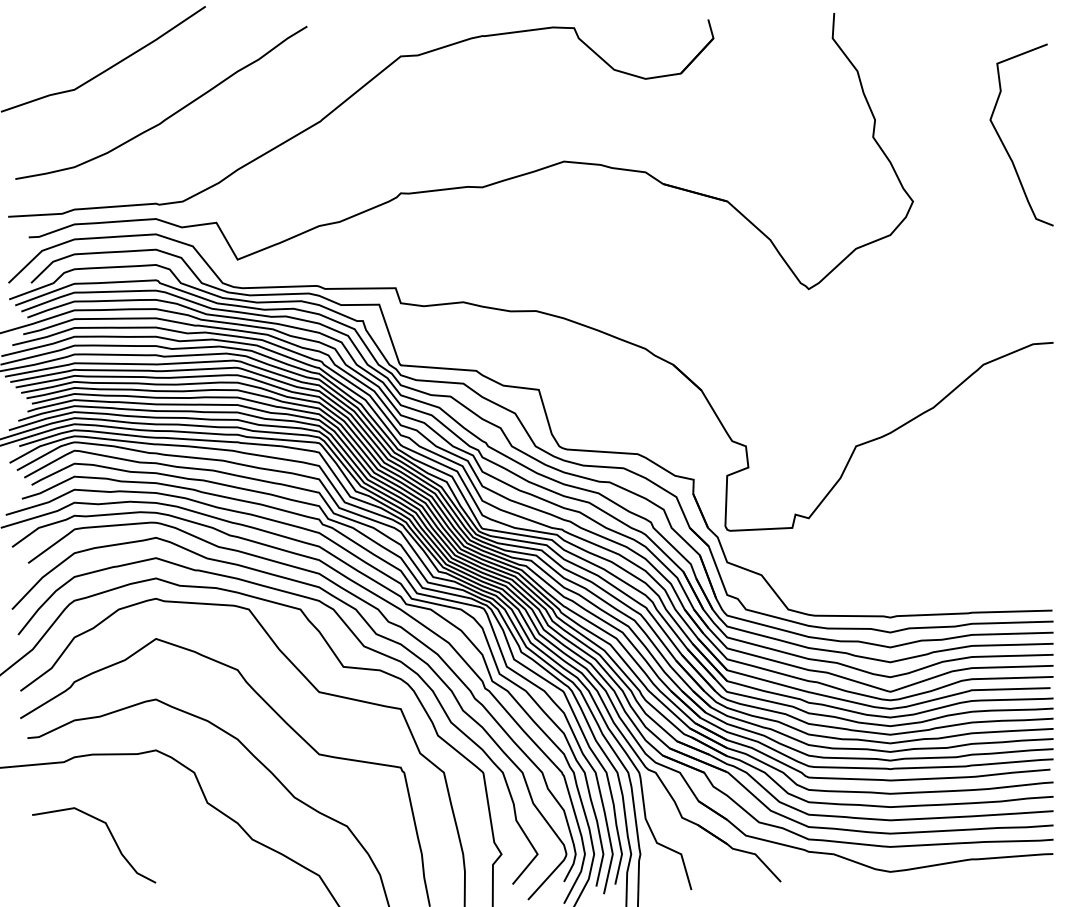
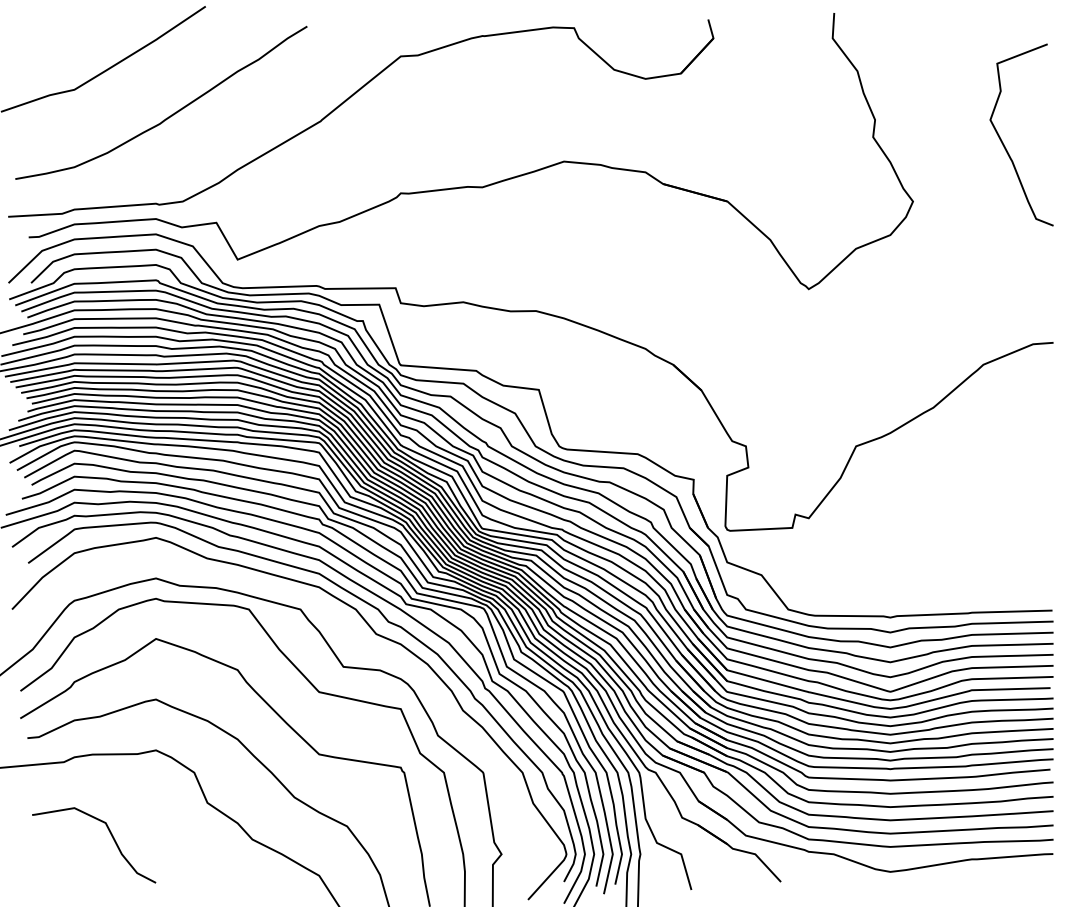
curve at (362, 646): present -> none
